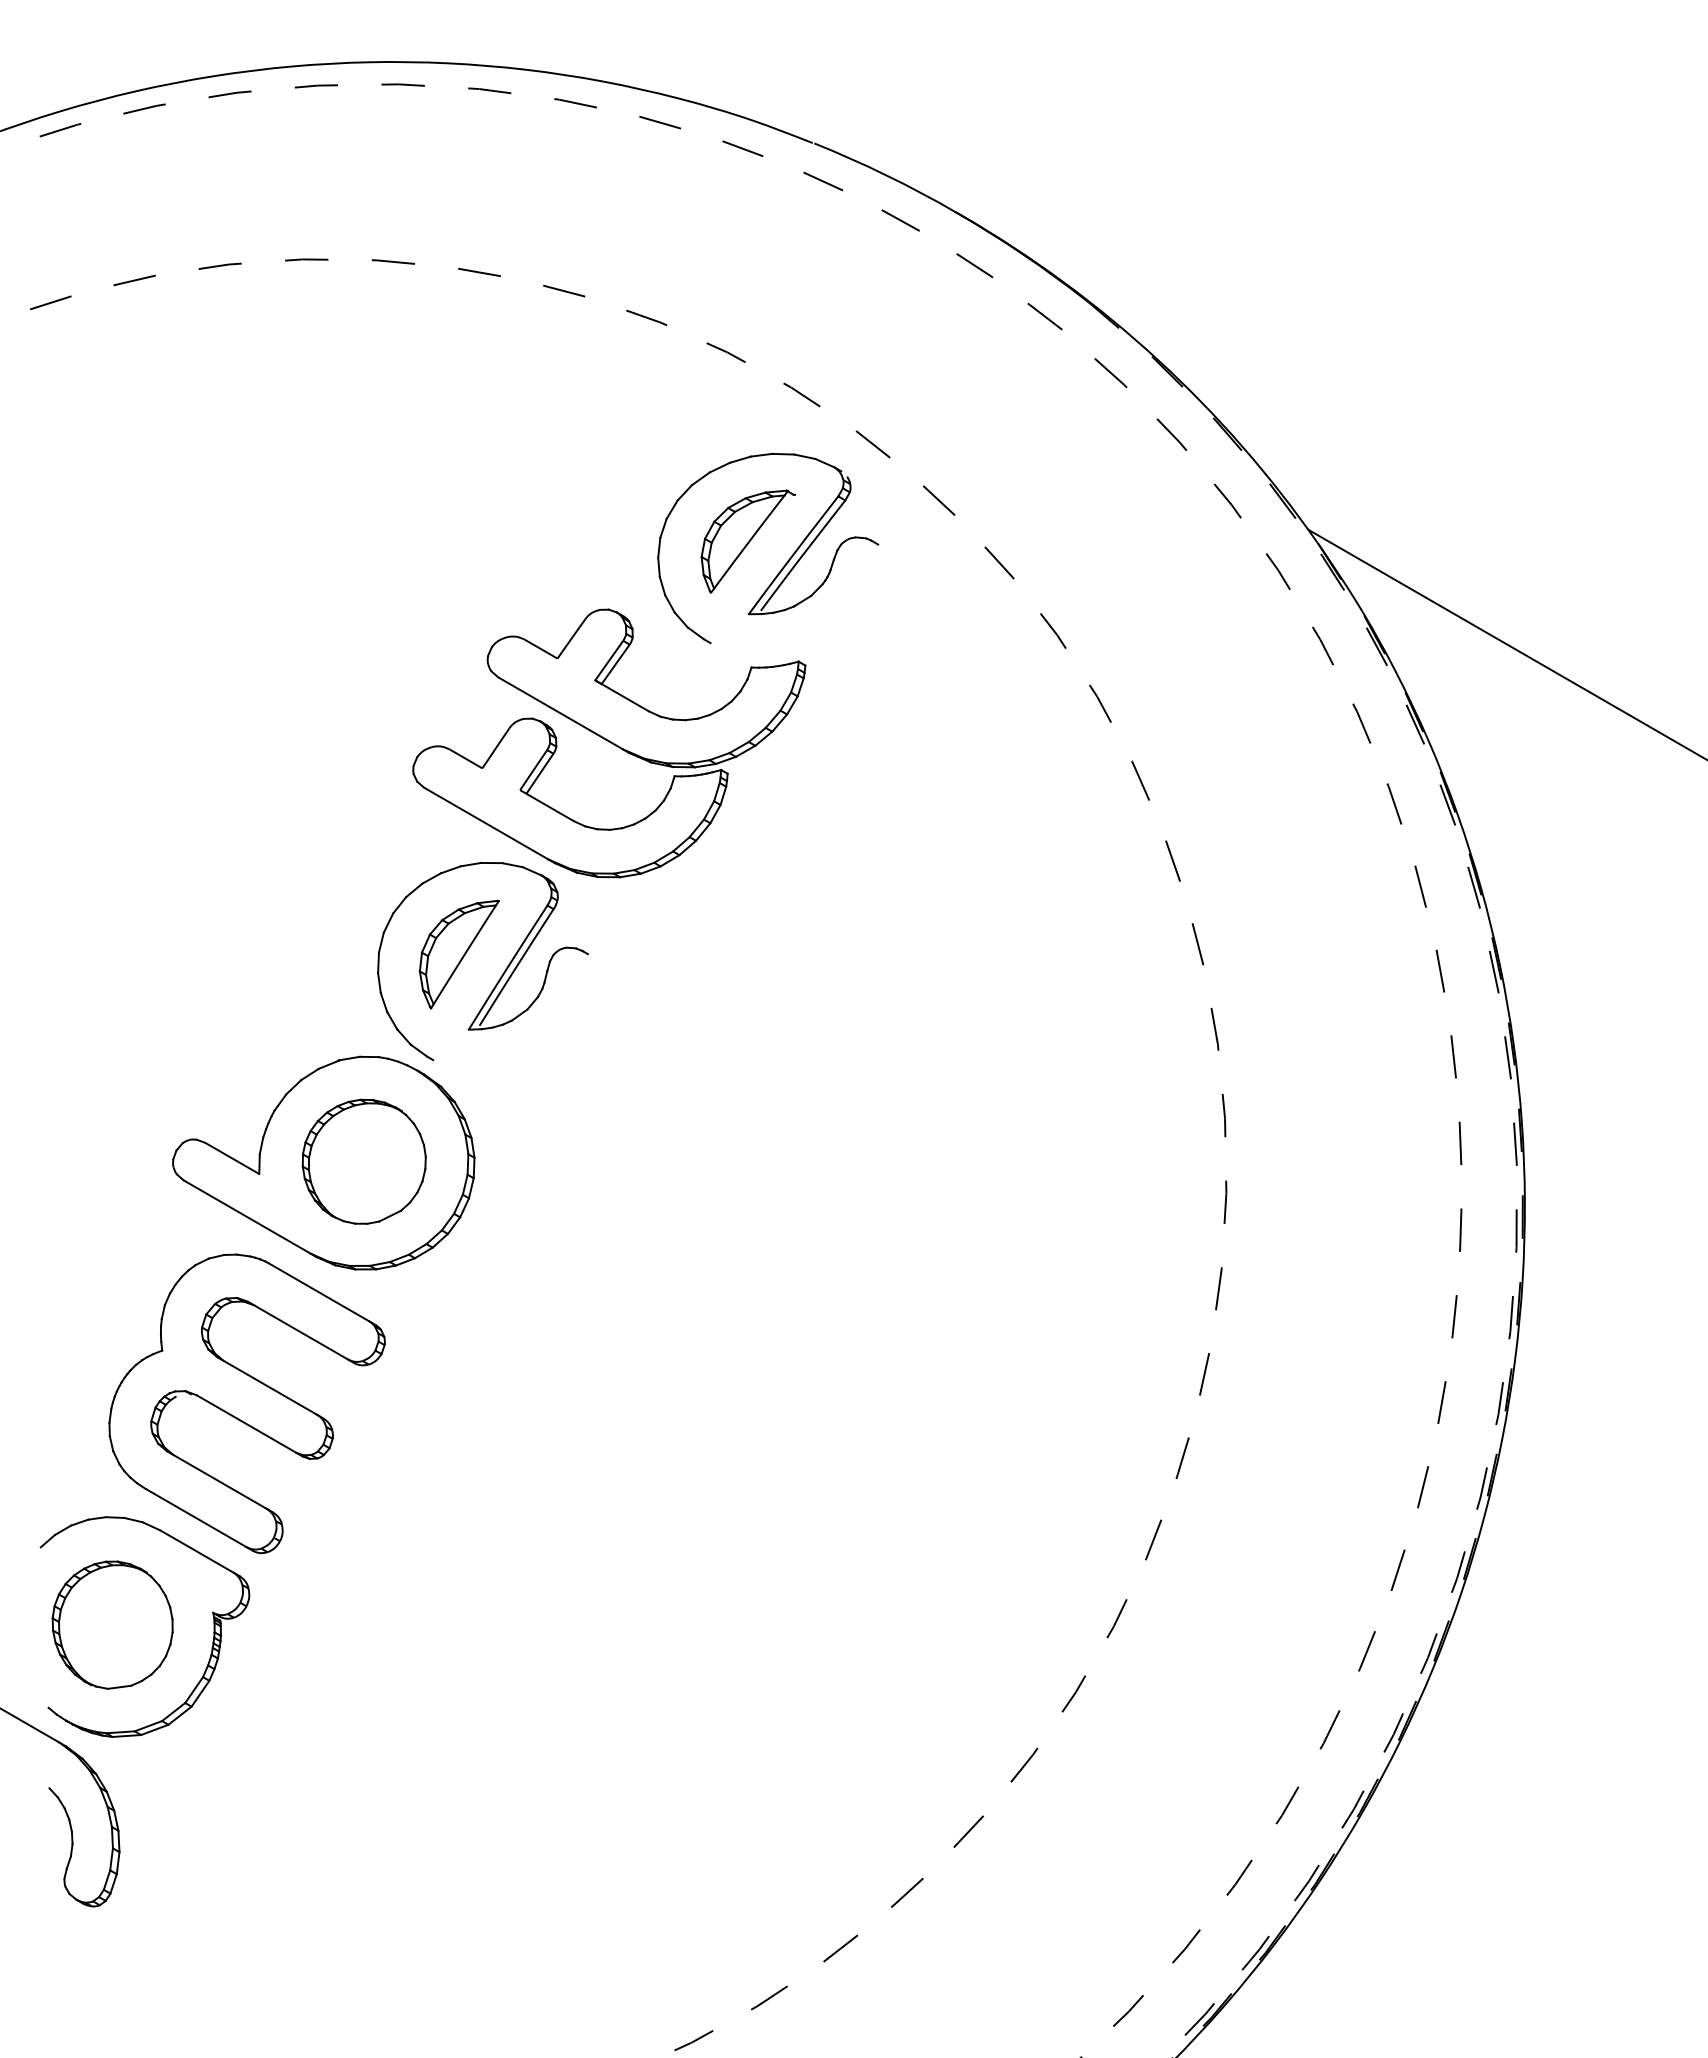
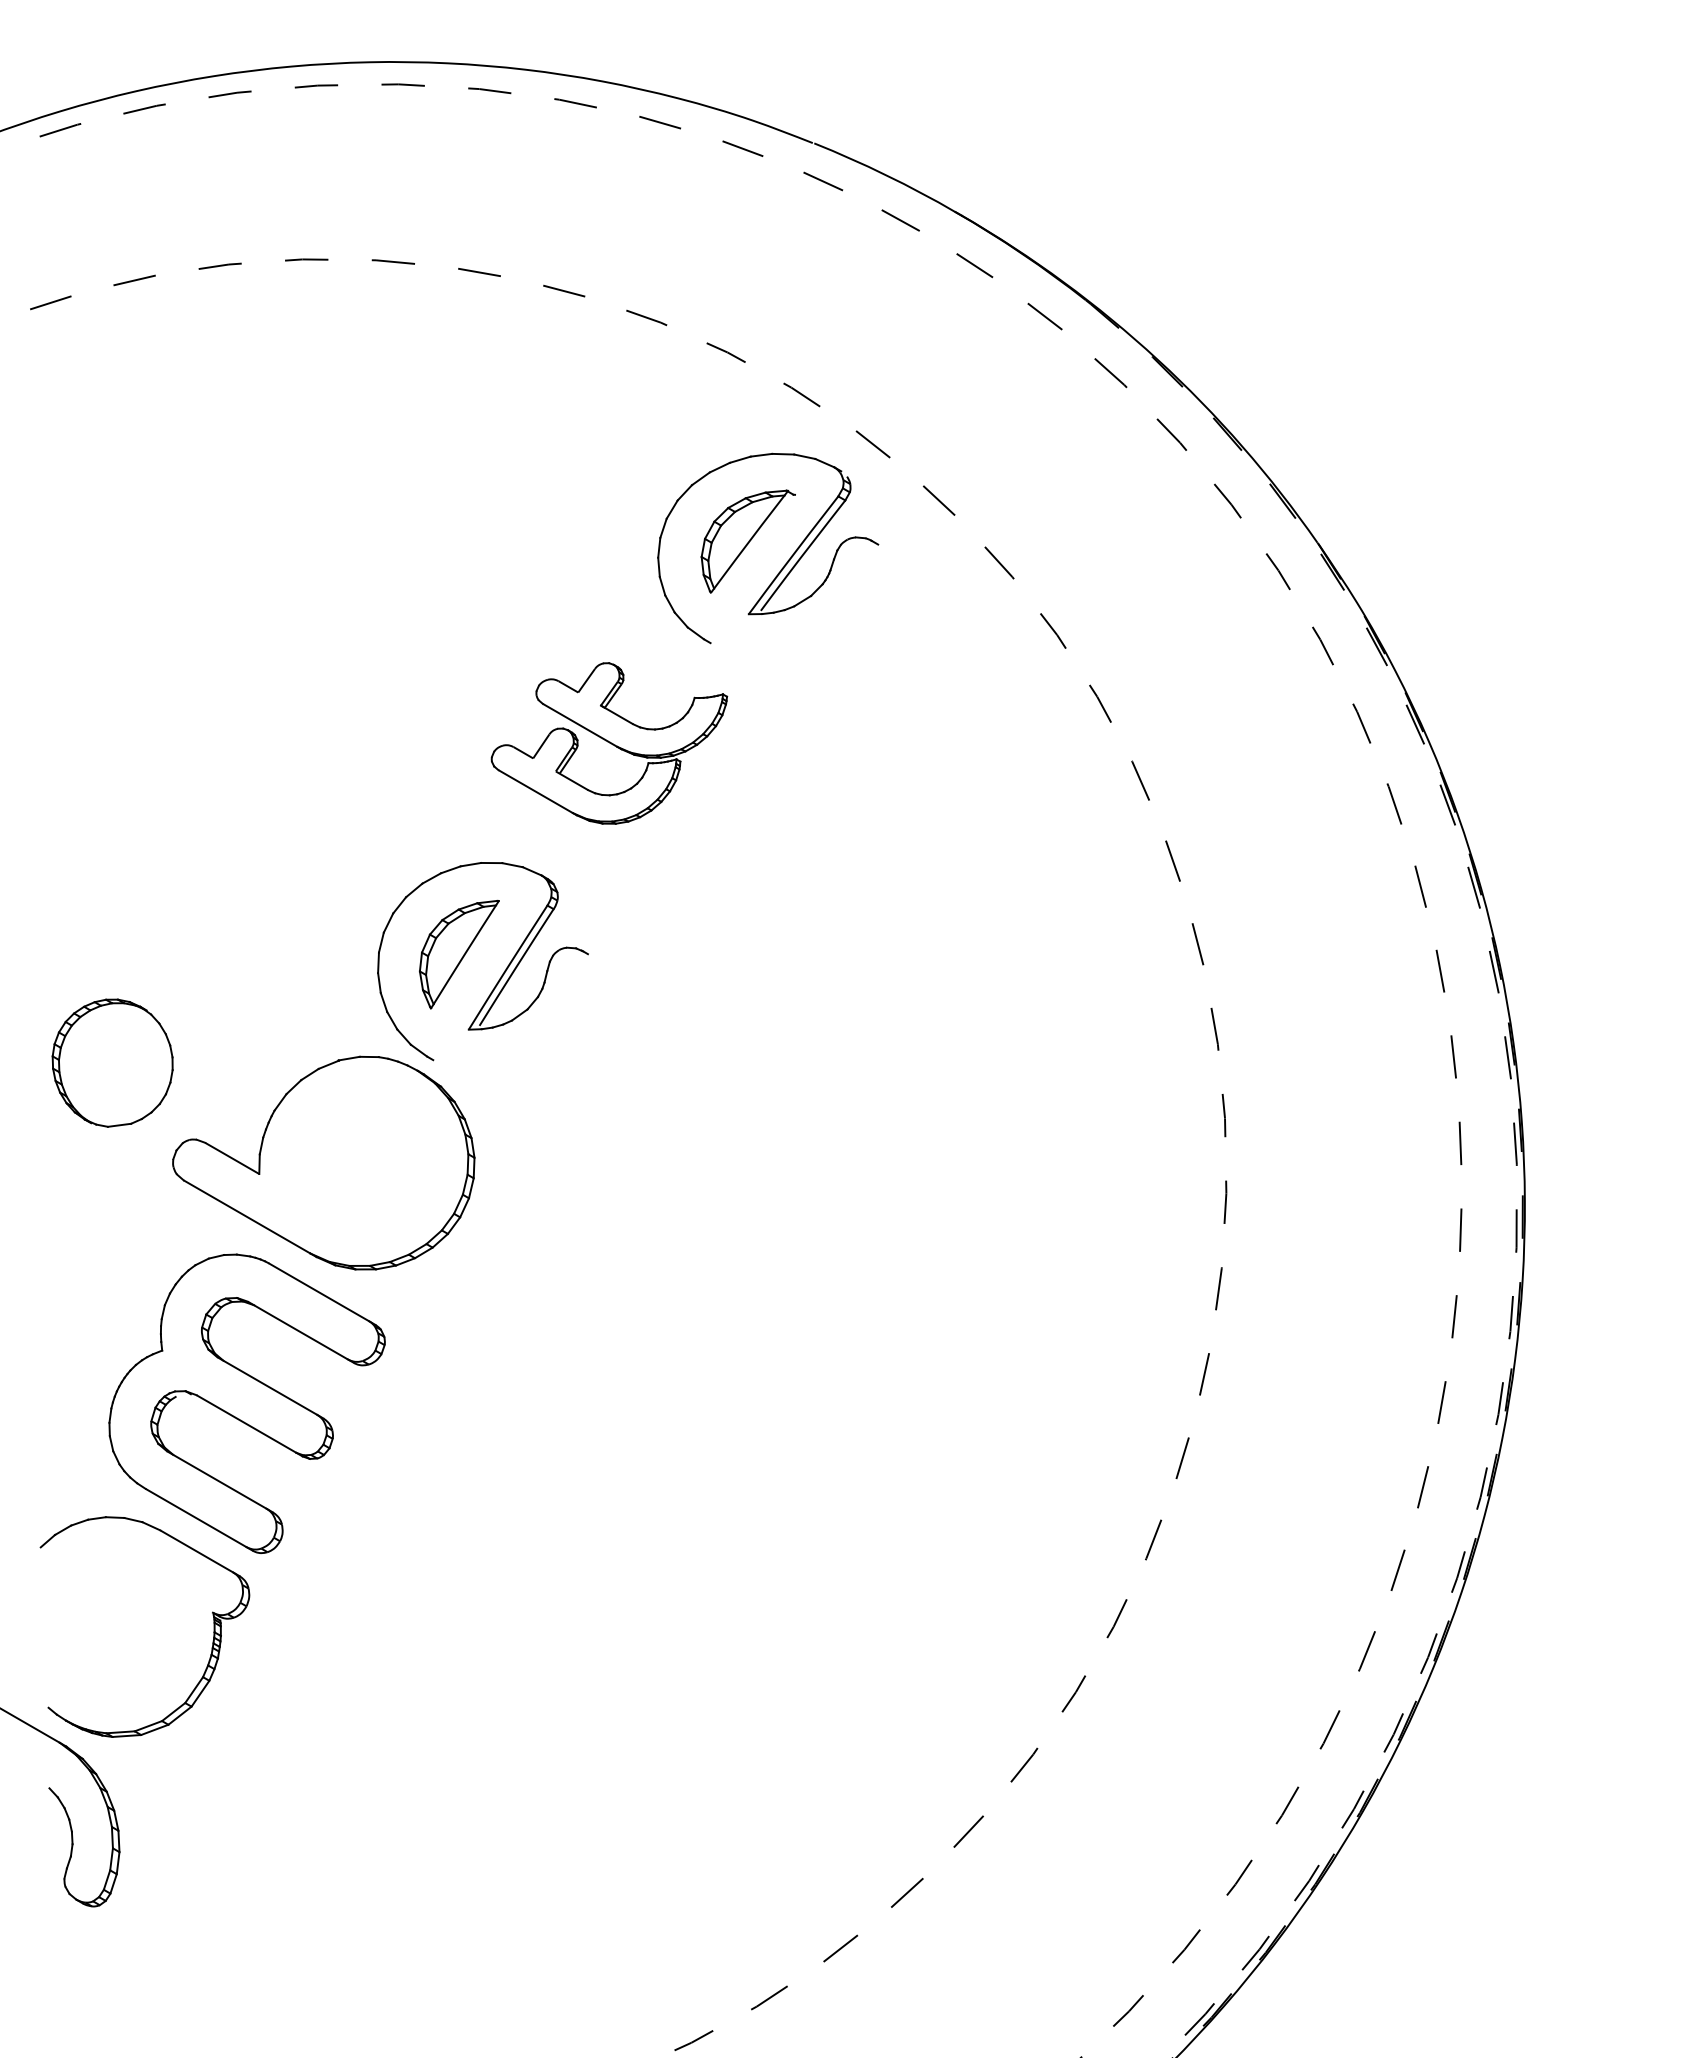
line at (1506, 643): present -> none
part at (609, 743) size: 395x271 px -> 239x163 px
part at (363, 1161): present -> none
part at (112, 1624) position: (112, 1624) -> (112, 1062)
